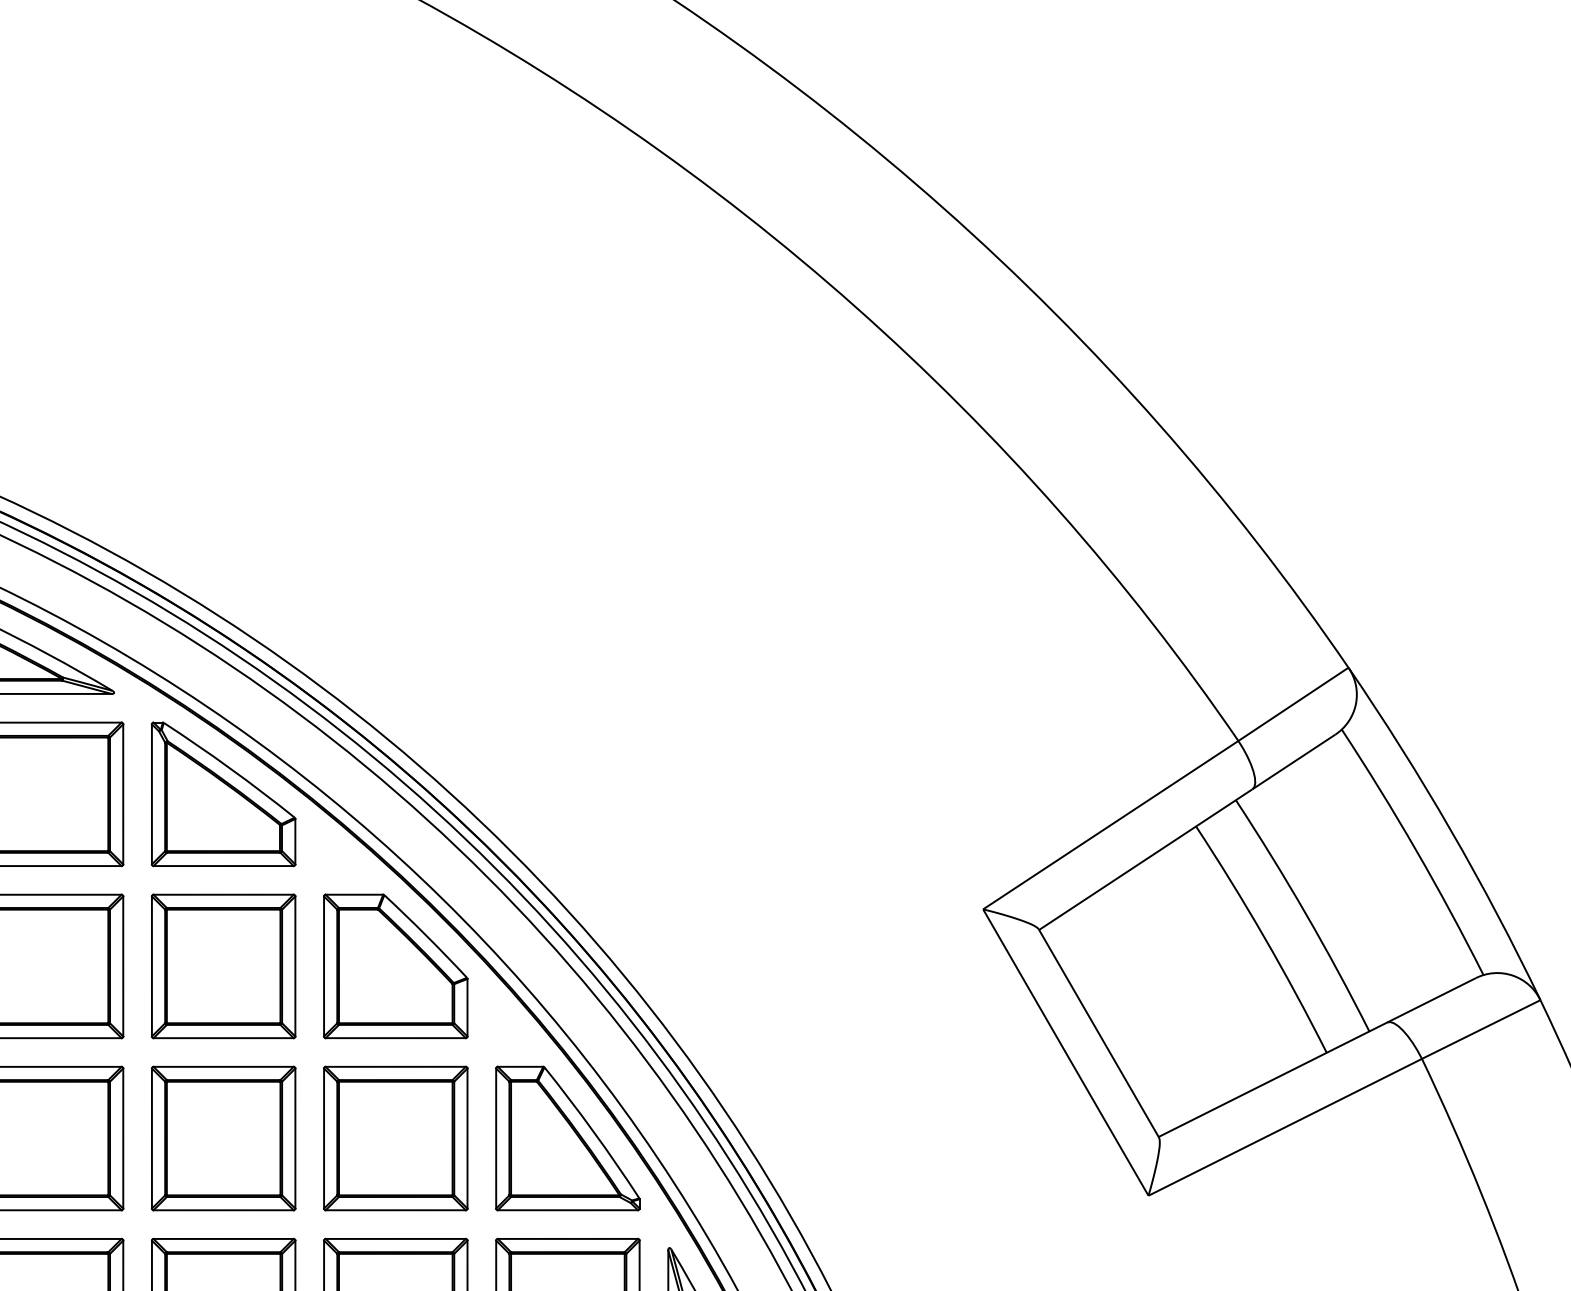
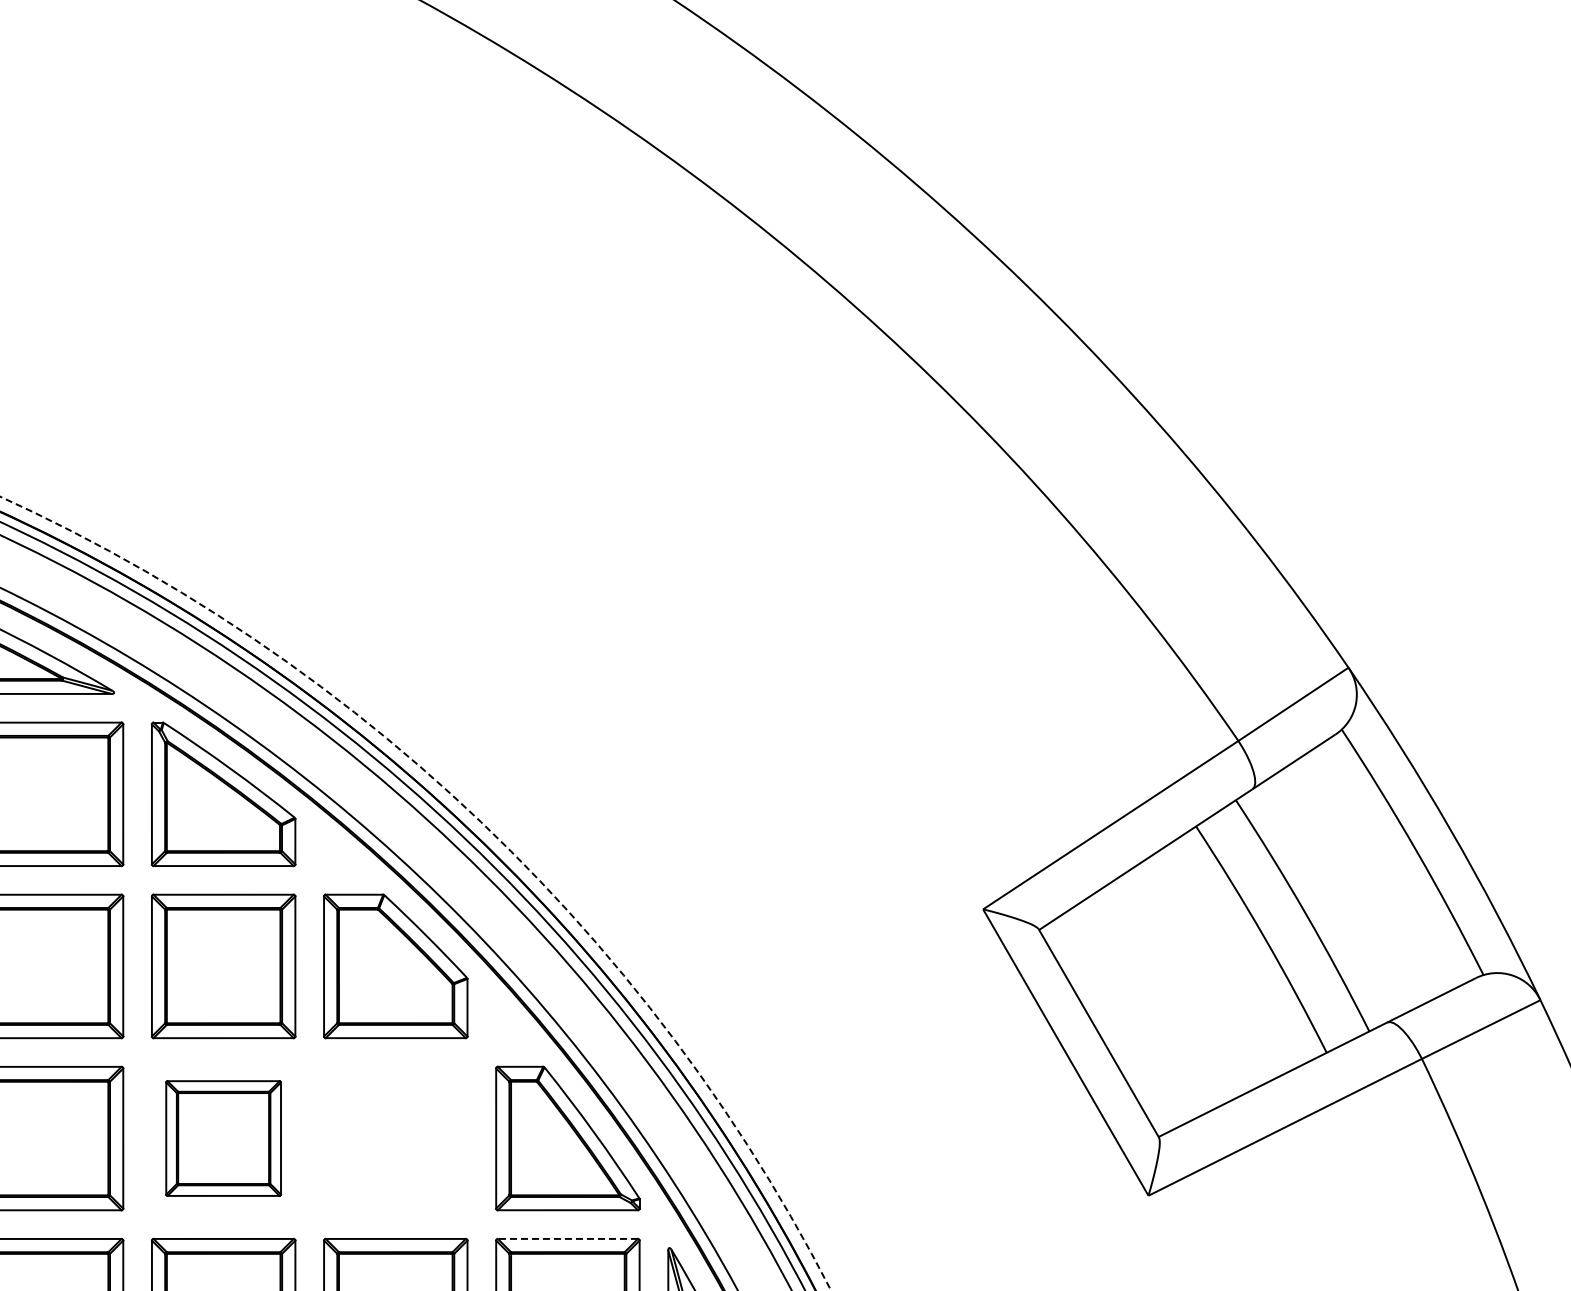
circle at (415, 893): solid -> dashed
part at (223, 1138) size: 147x147 px -> 118x117 px
part at (395, 1138): present -> none
line at (567, 1238): solid -> dashed
